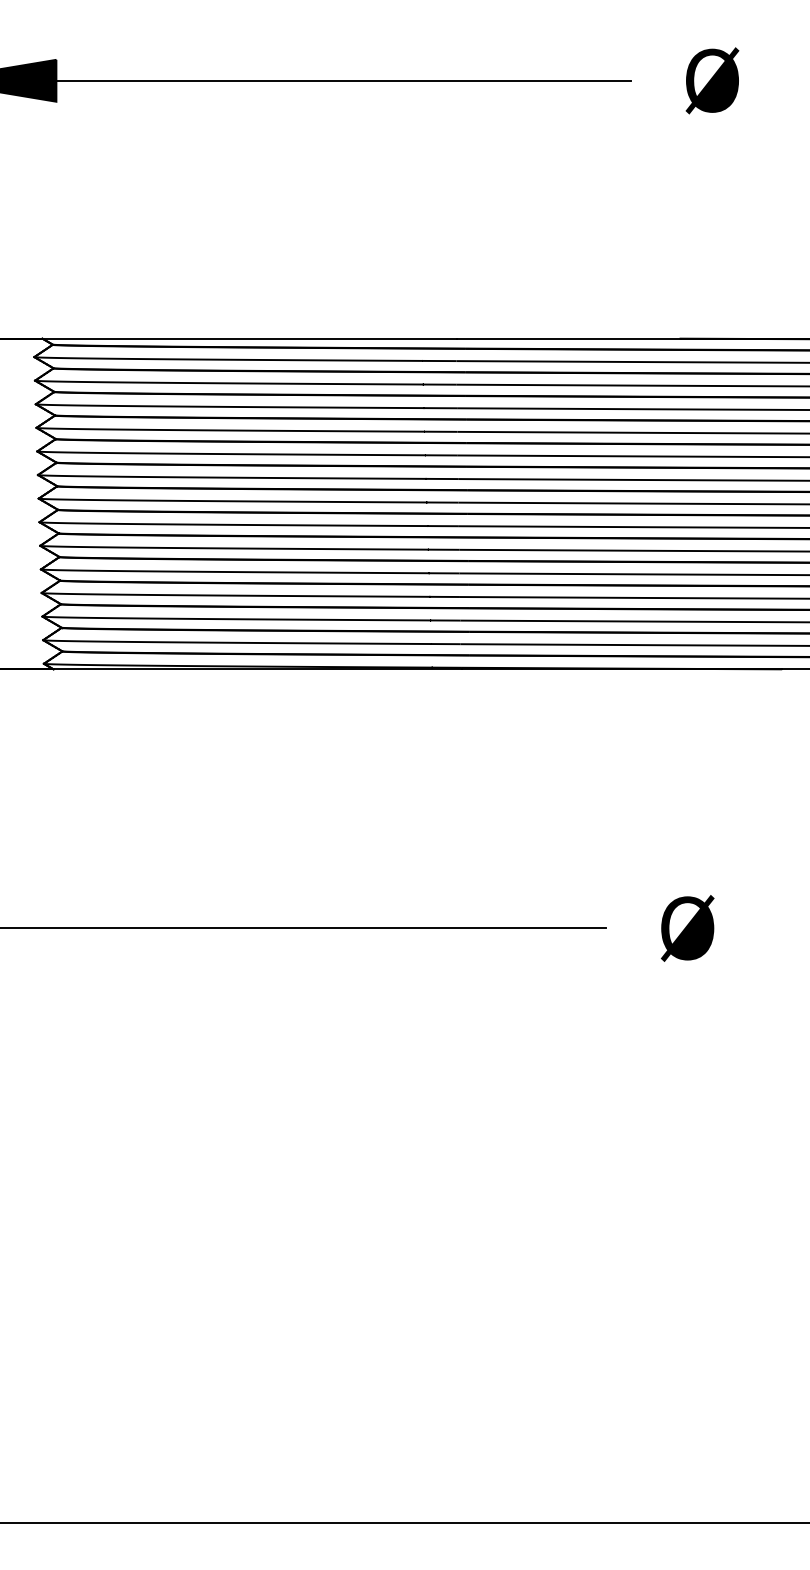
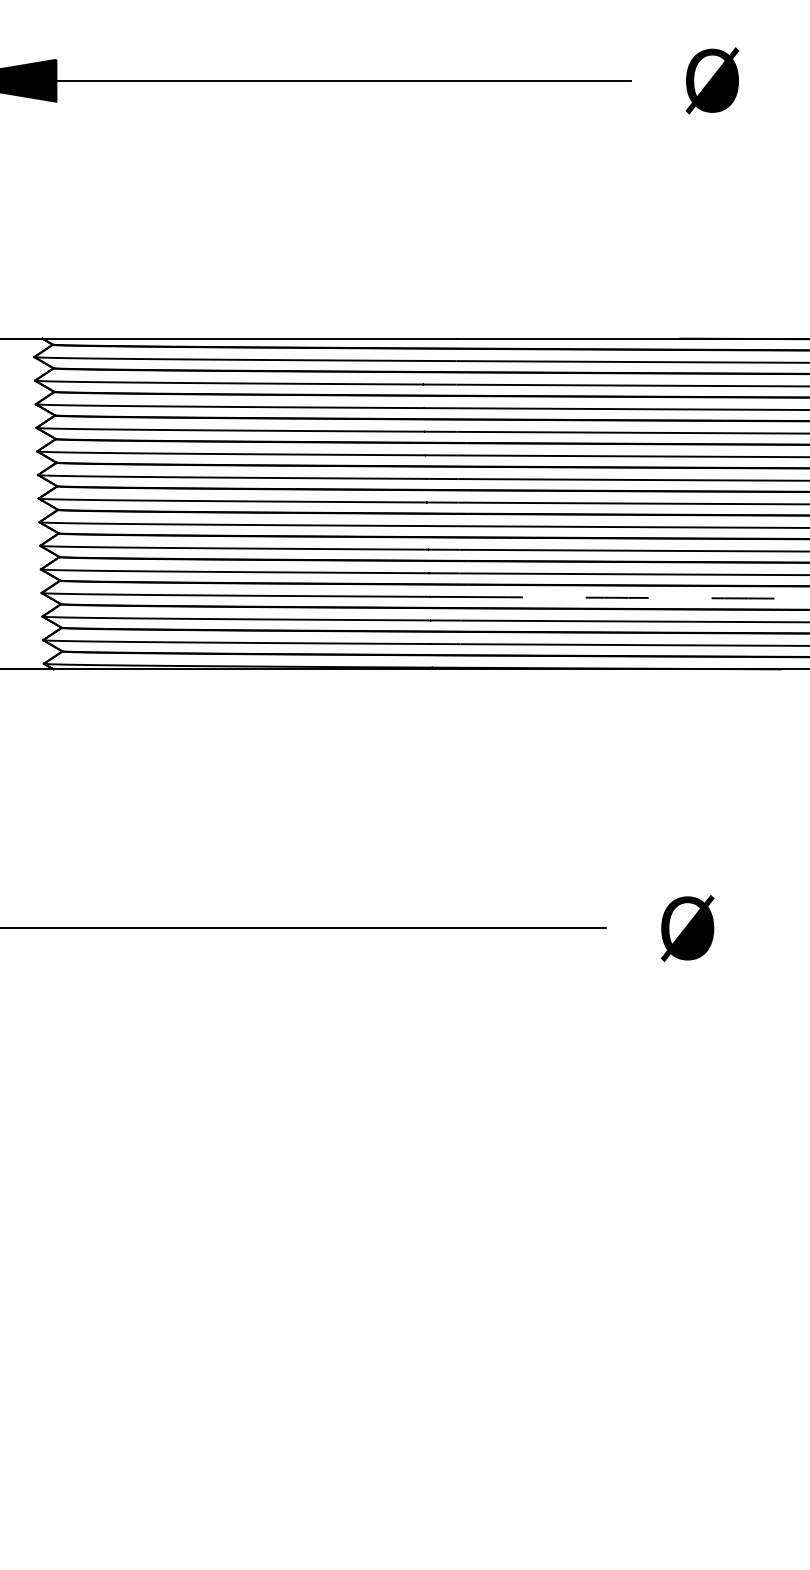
line at (635, 597): solid -> dashed
line at (404, 1522): present -> none
